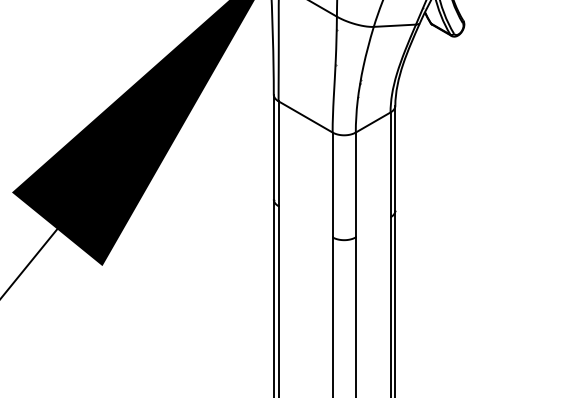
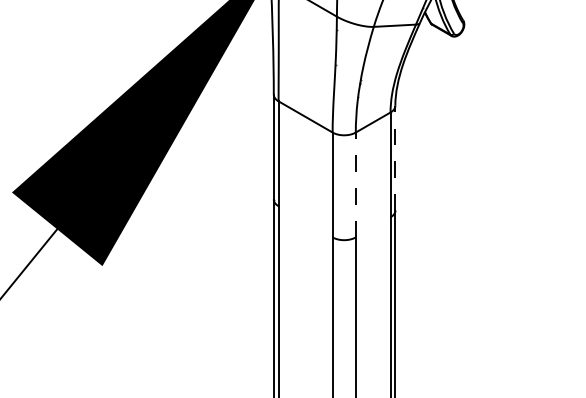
line at (395, 157): solid -> dashed
line at (355, 184): solid -> dashed
